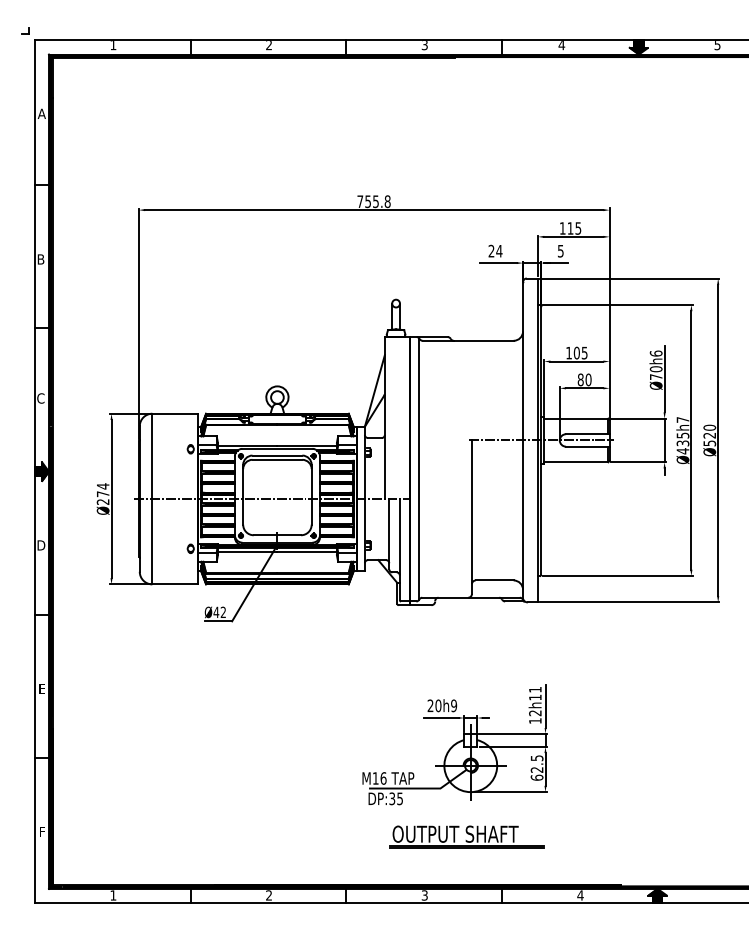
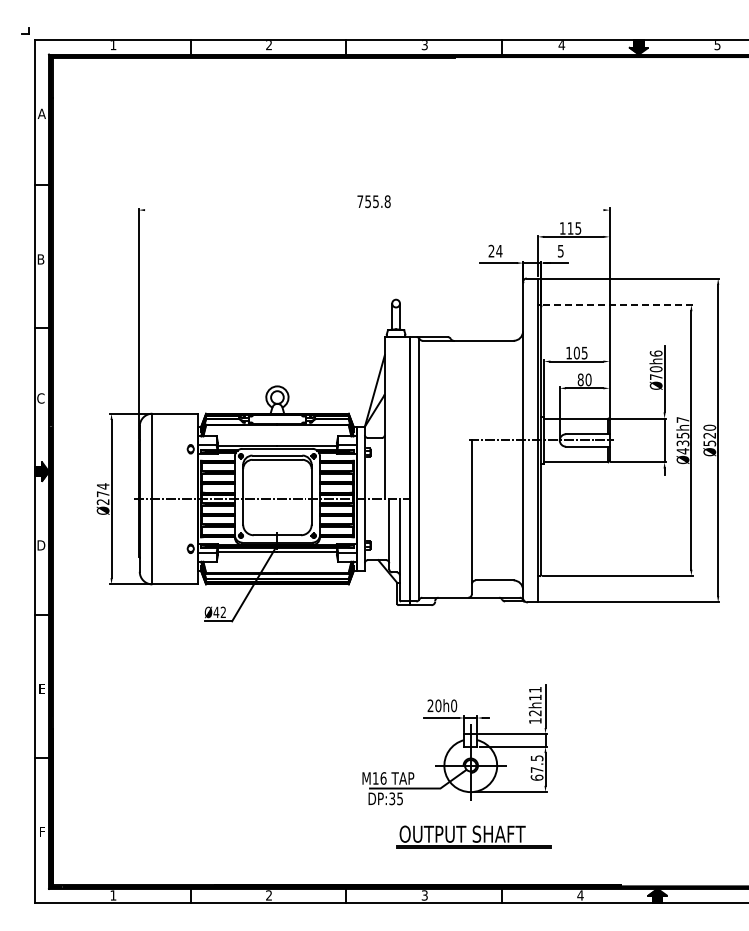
line at (373, 210): present -> none
line at (617, 304): solid -> dashed
text at (453, 706): 20h9 -> 20h0
text at (536, 769): 62.5 -> 67.5
part at (466, 836) position: (466, 836) -> (473, 836)
